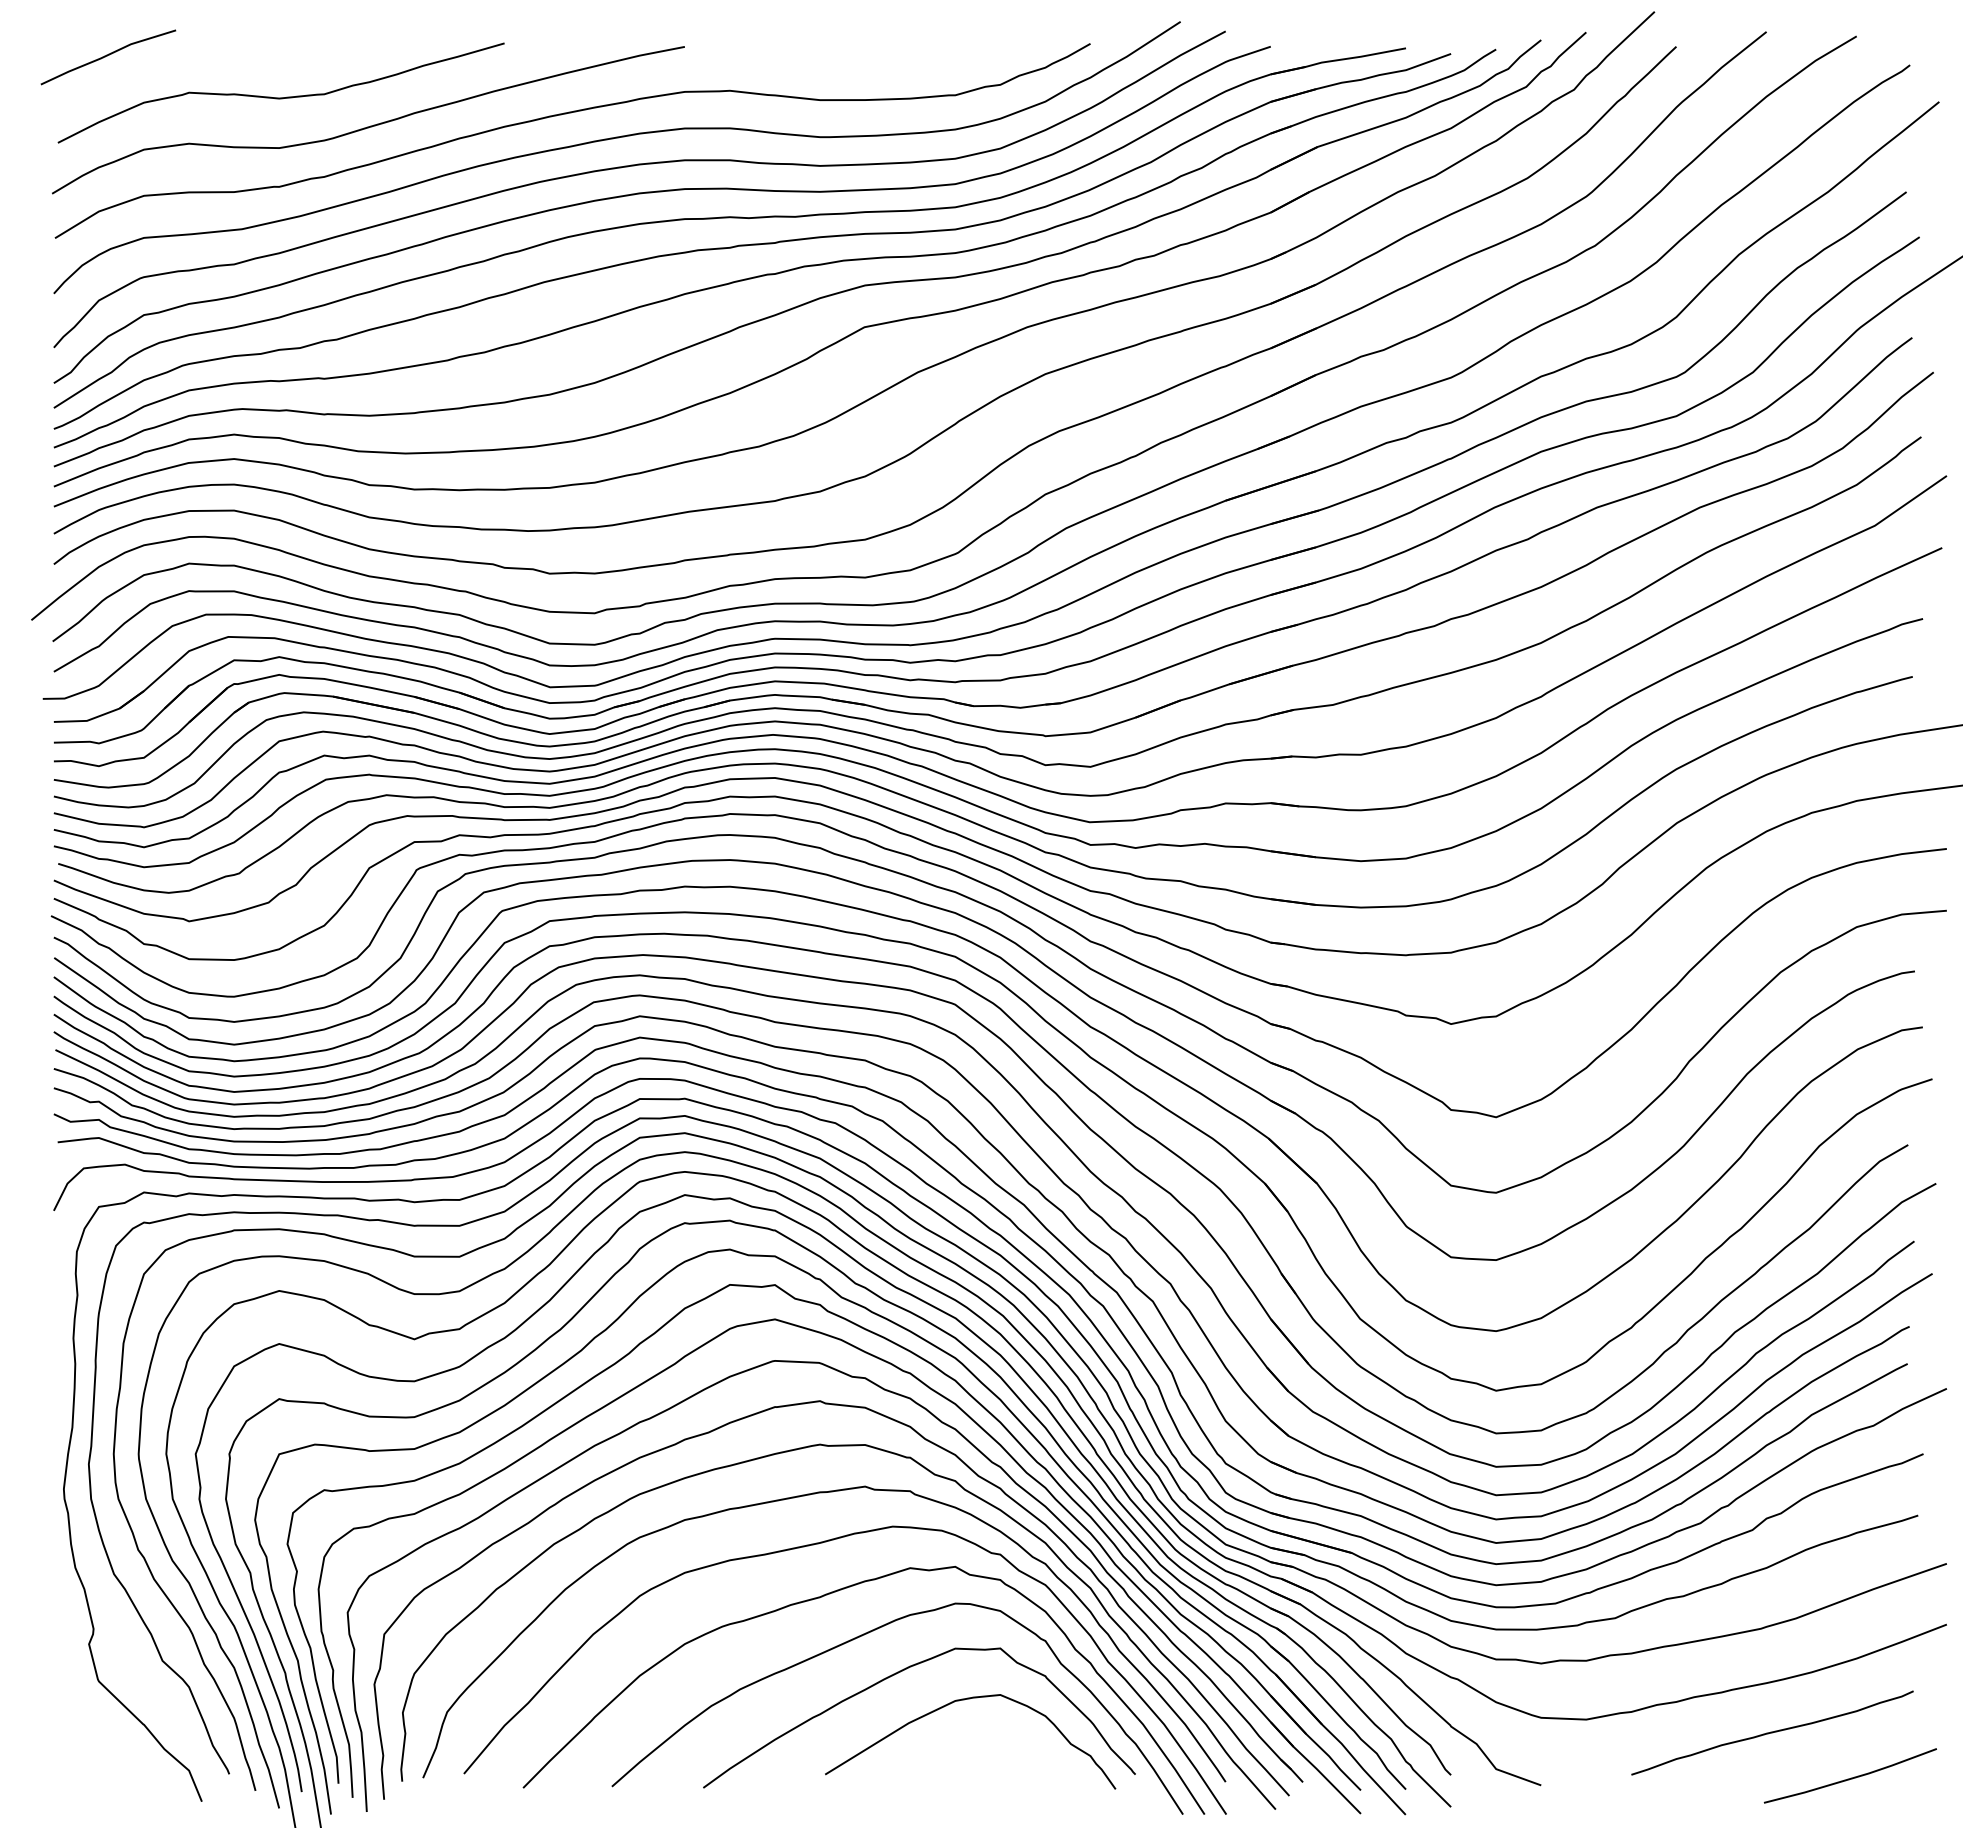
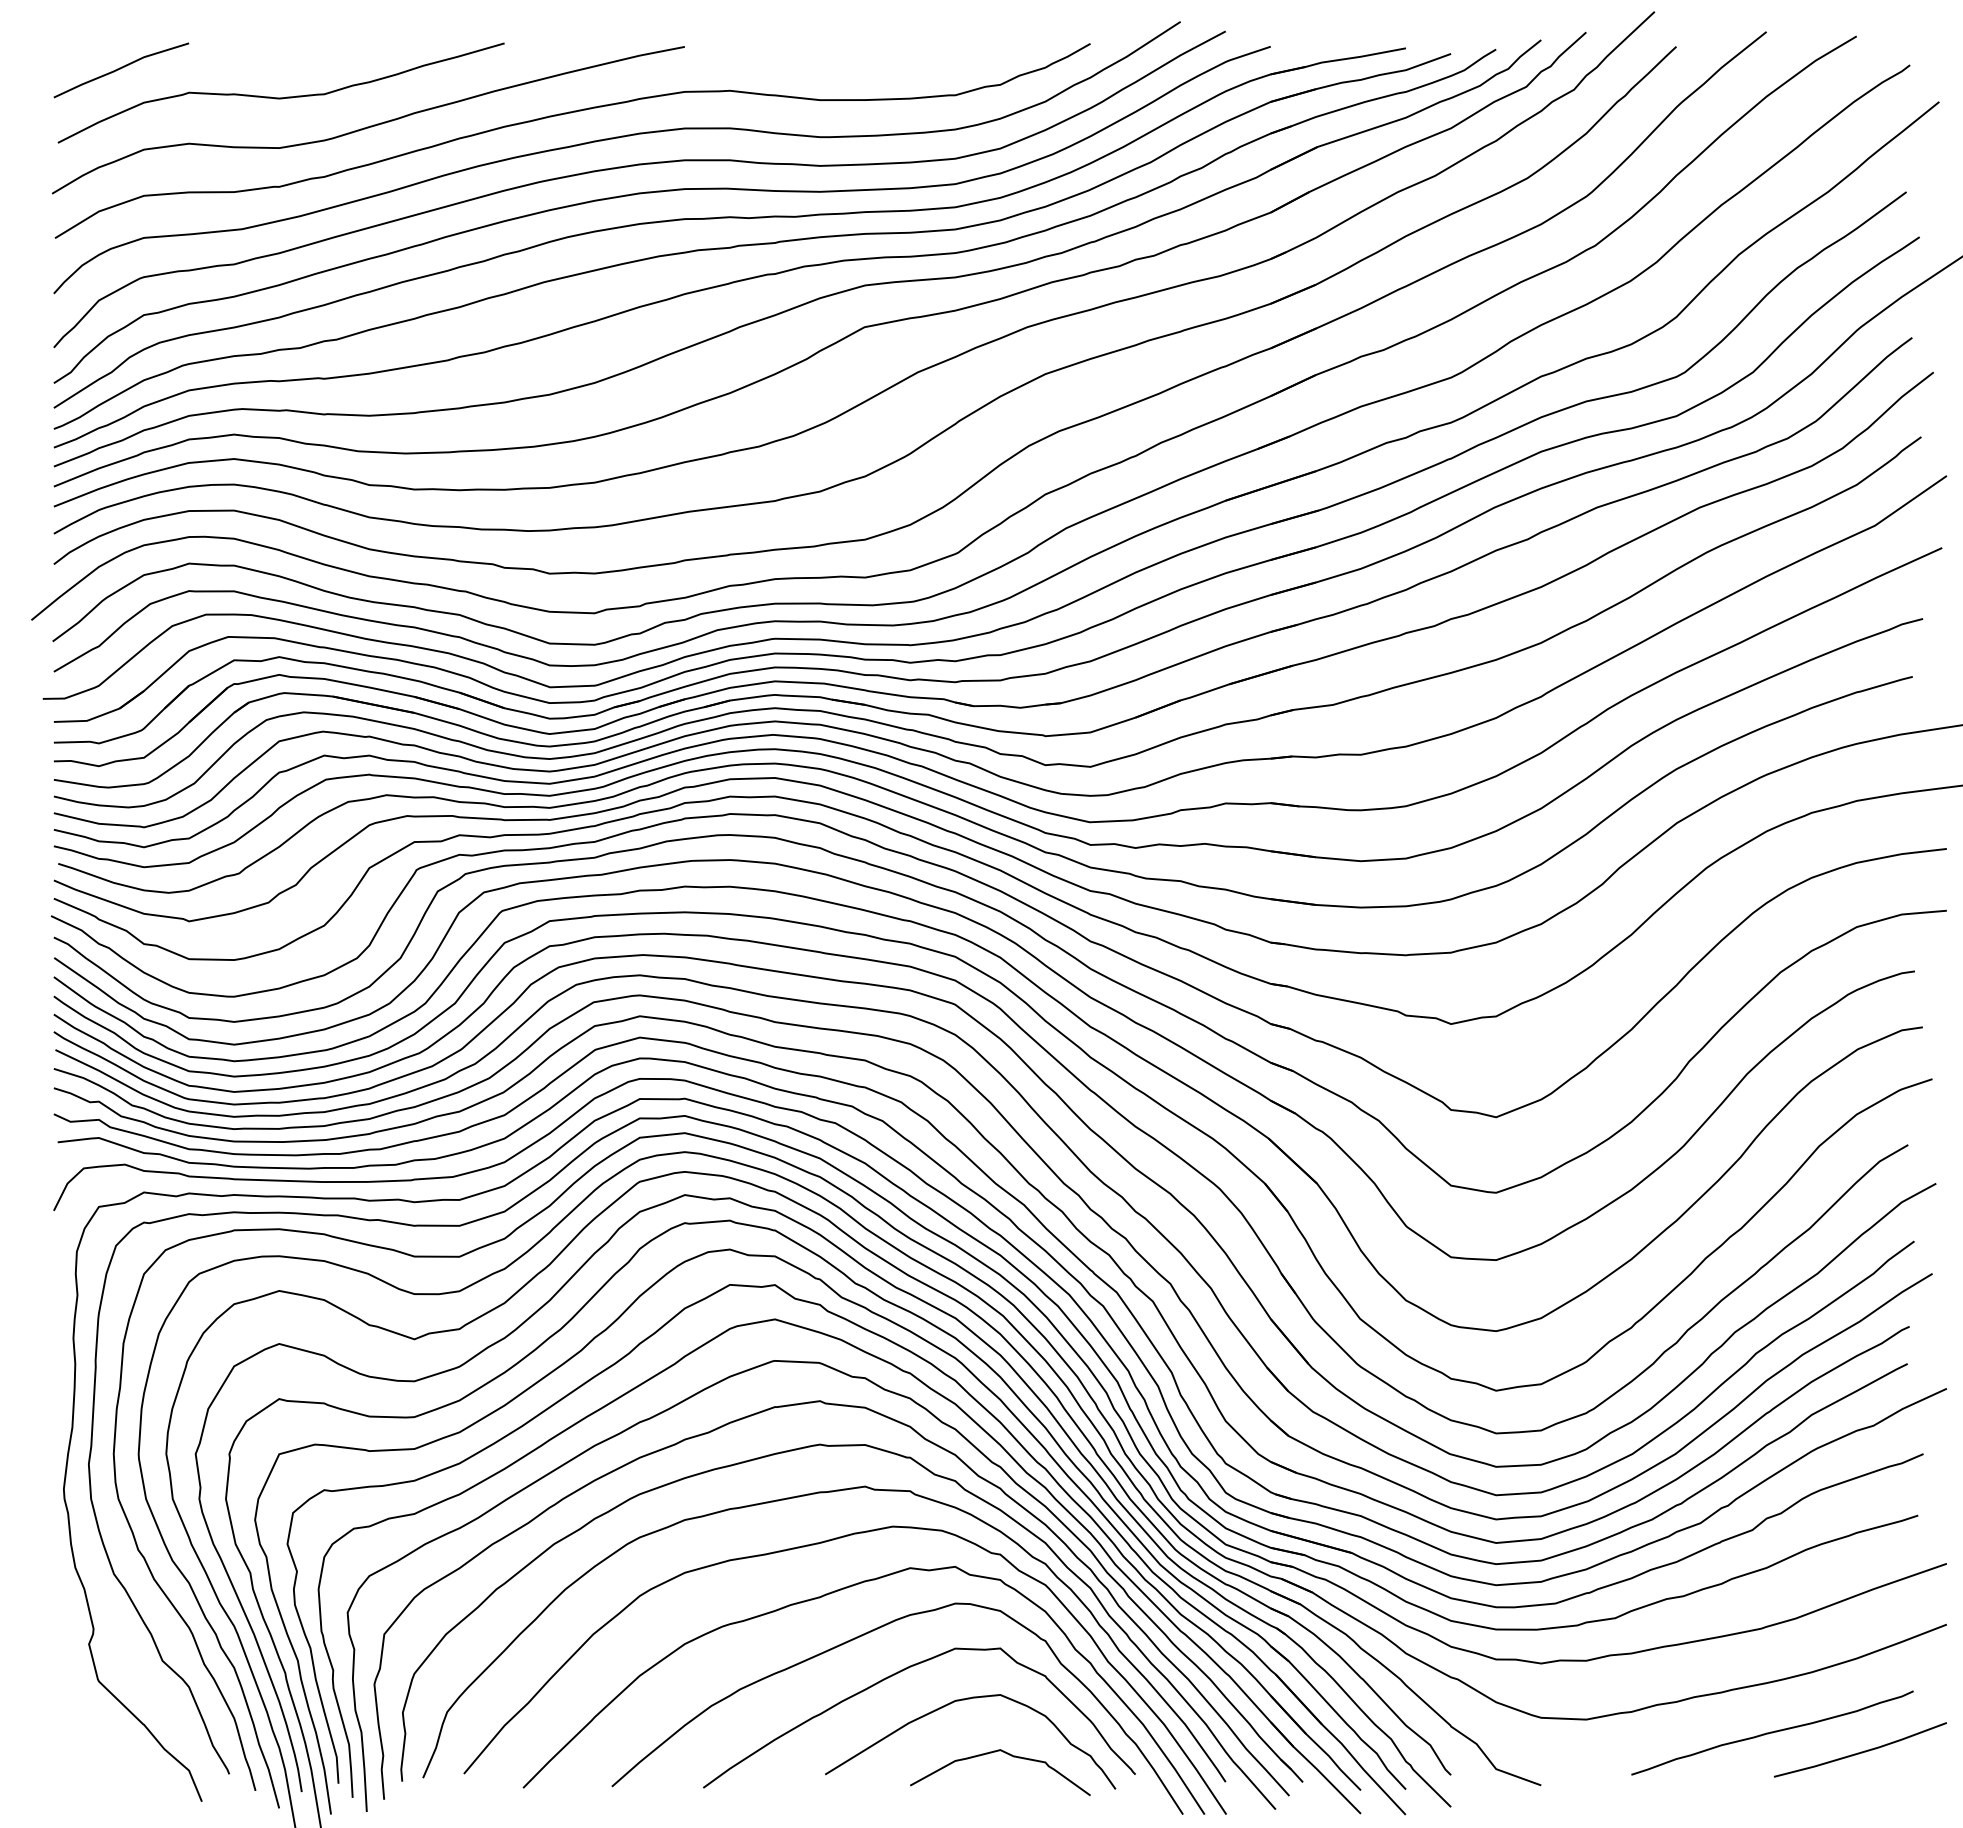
line at (107, 56) position: (107, 56) -> (120, 69)
curve at (1009, 1755): none -> present
line at (1851, 1777) position: (1851, 1777) -> (1861, 1751)
